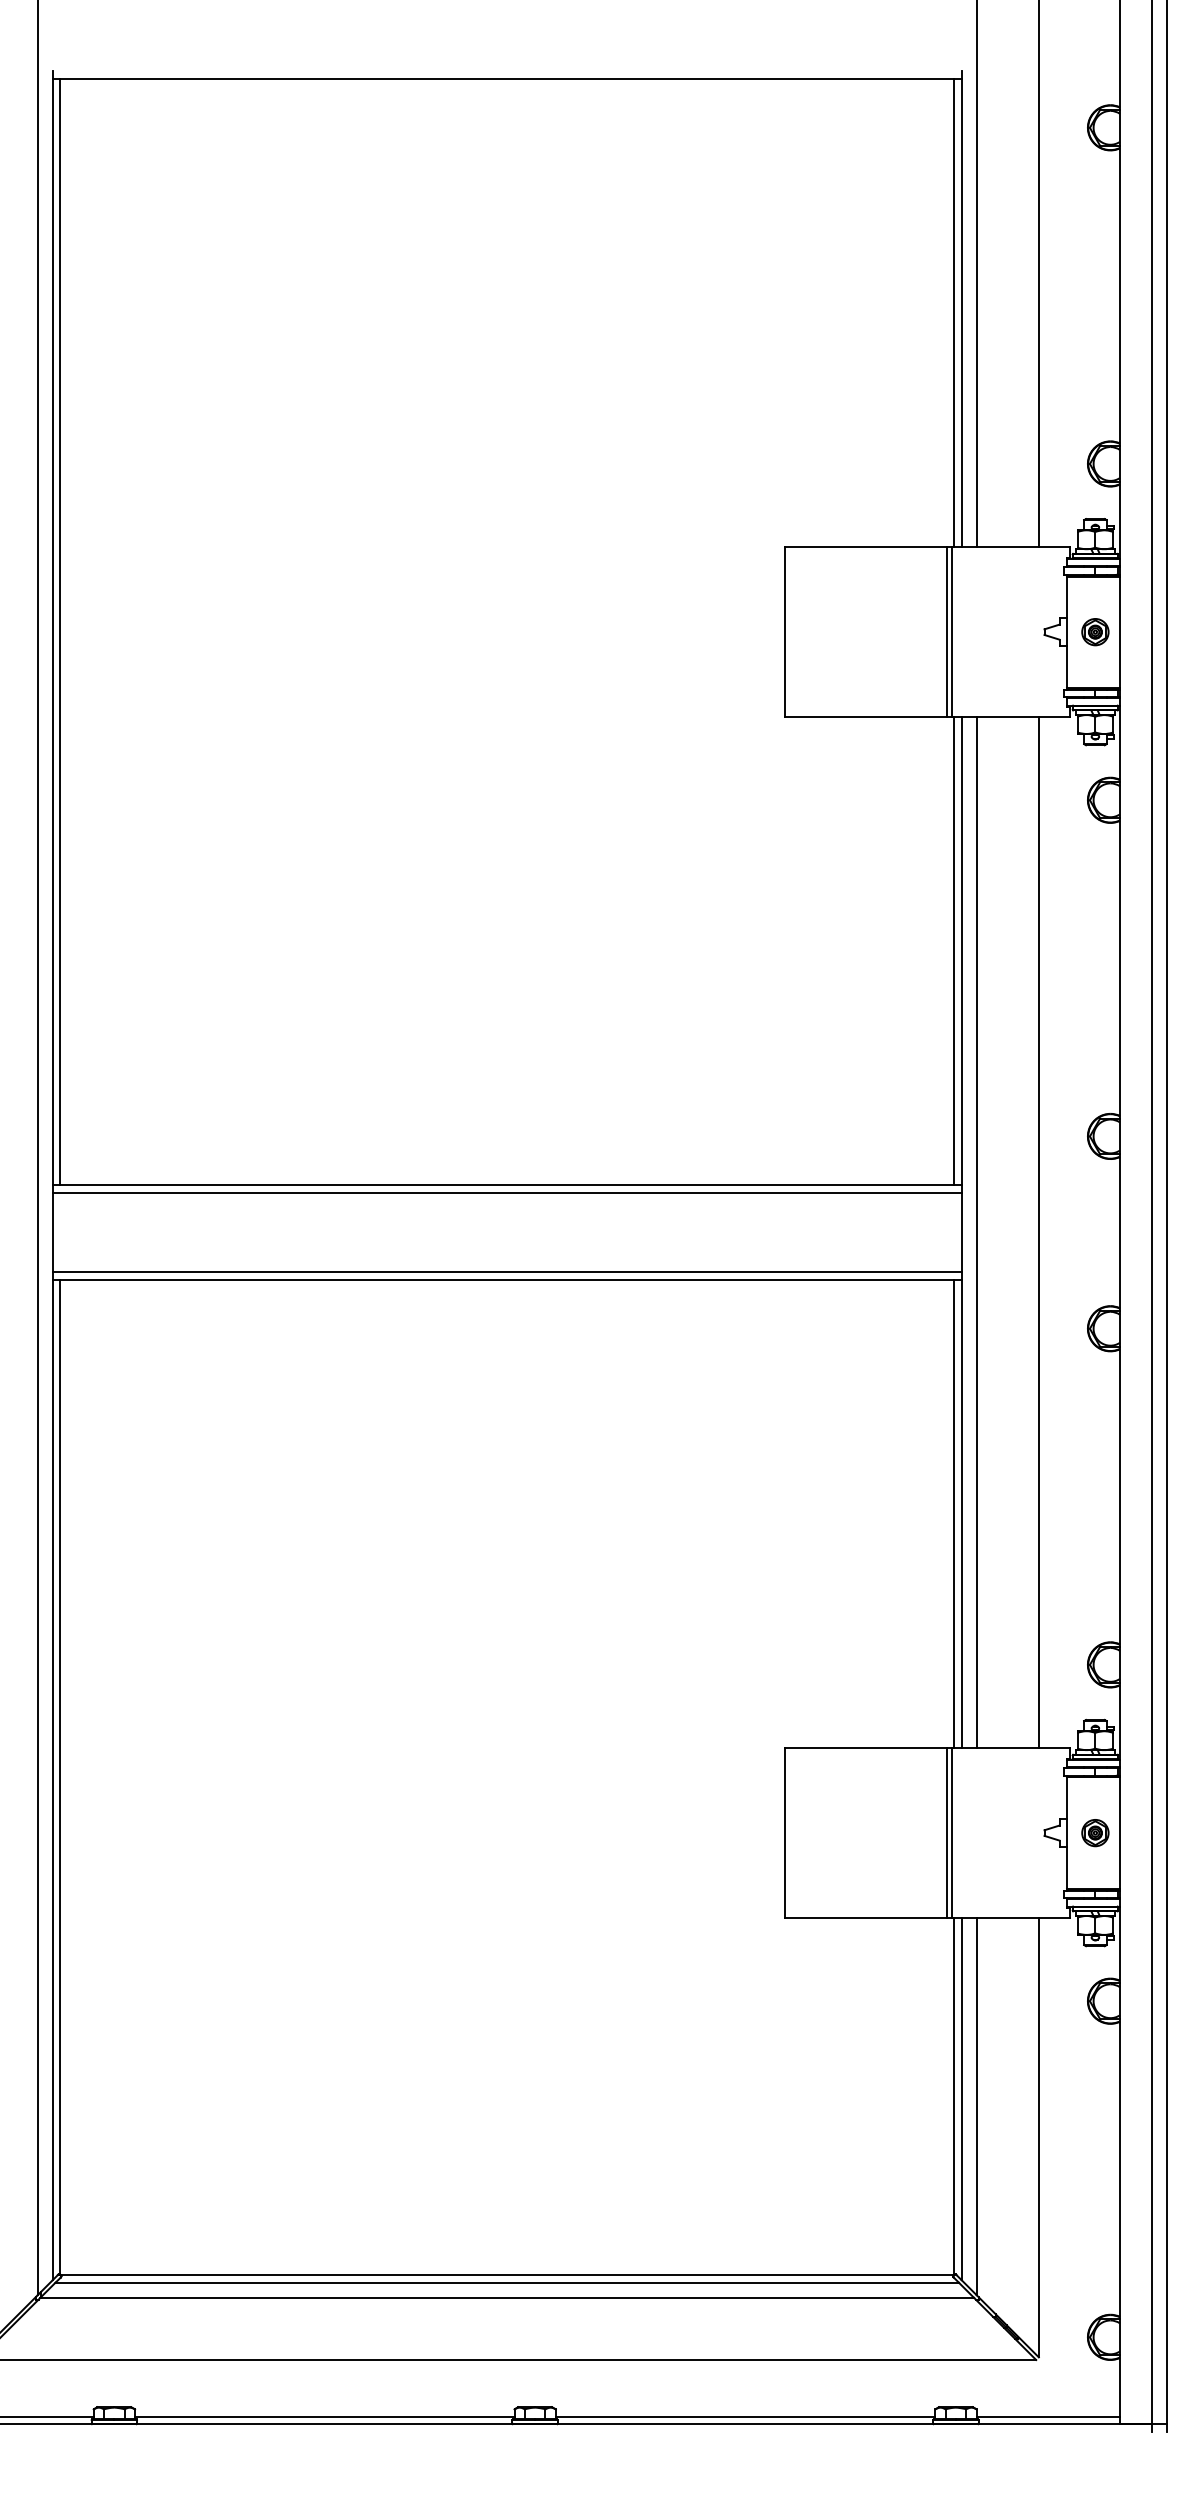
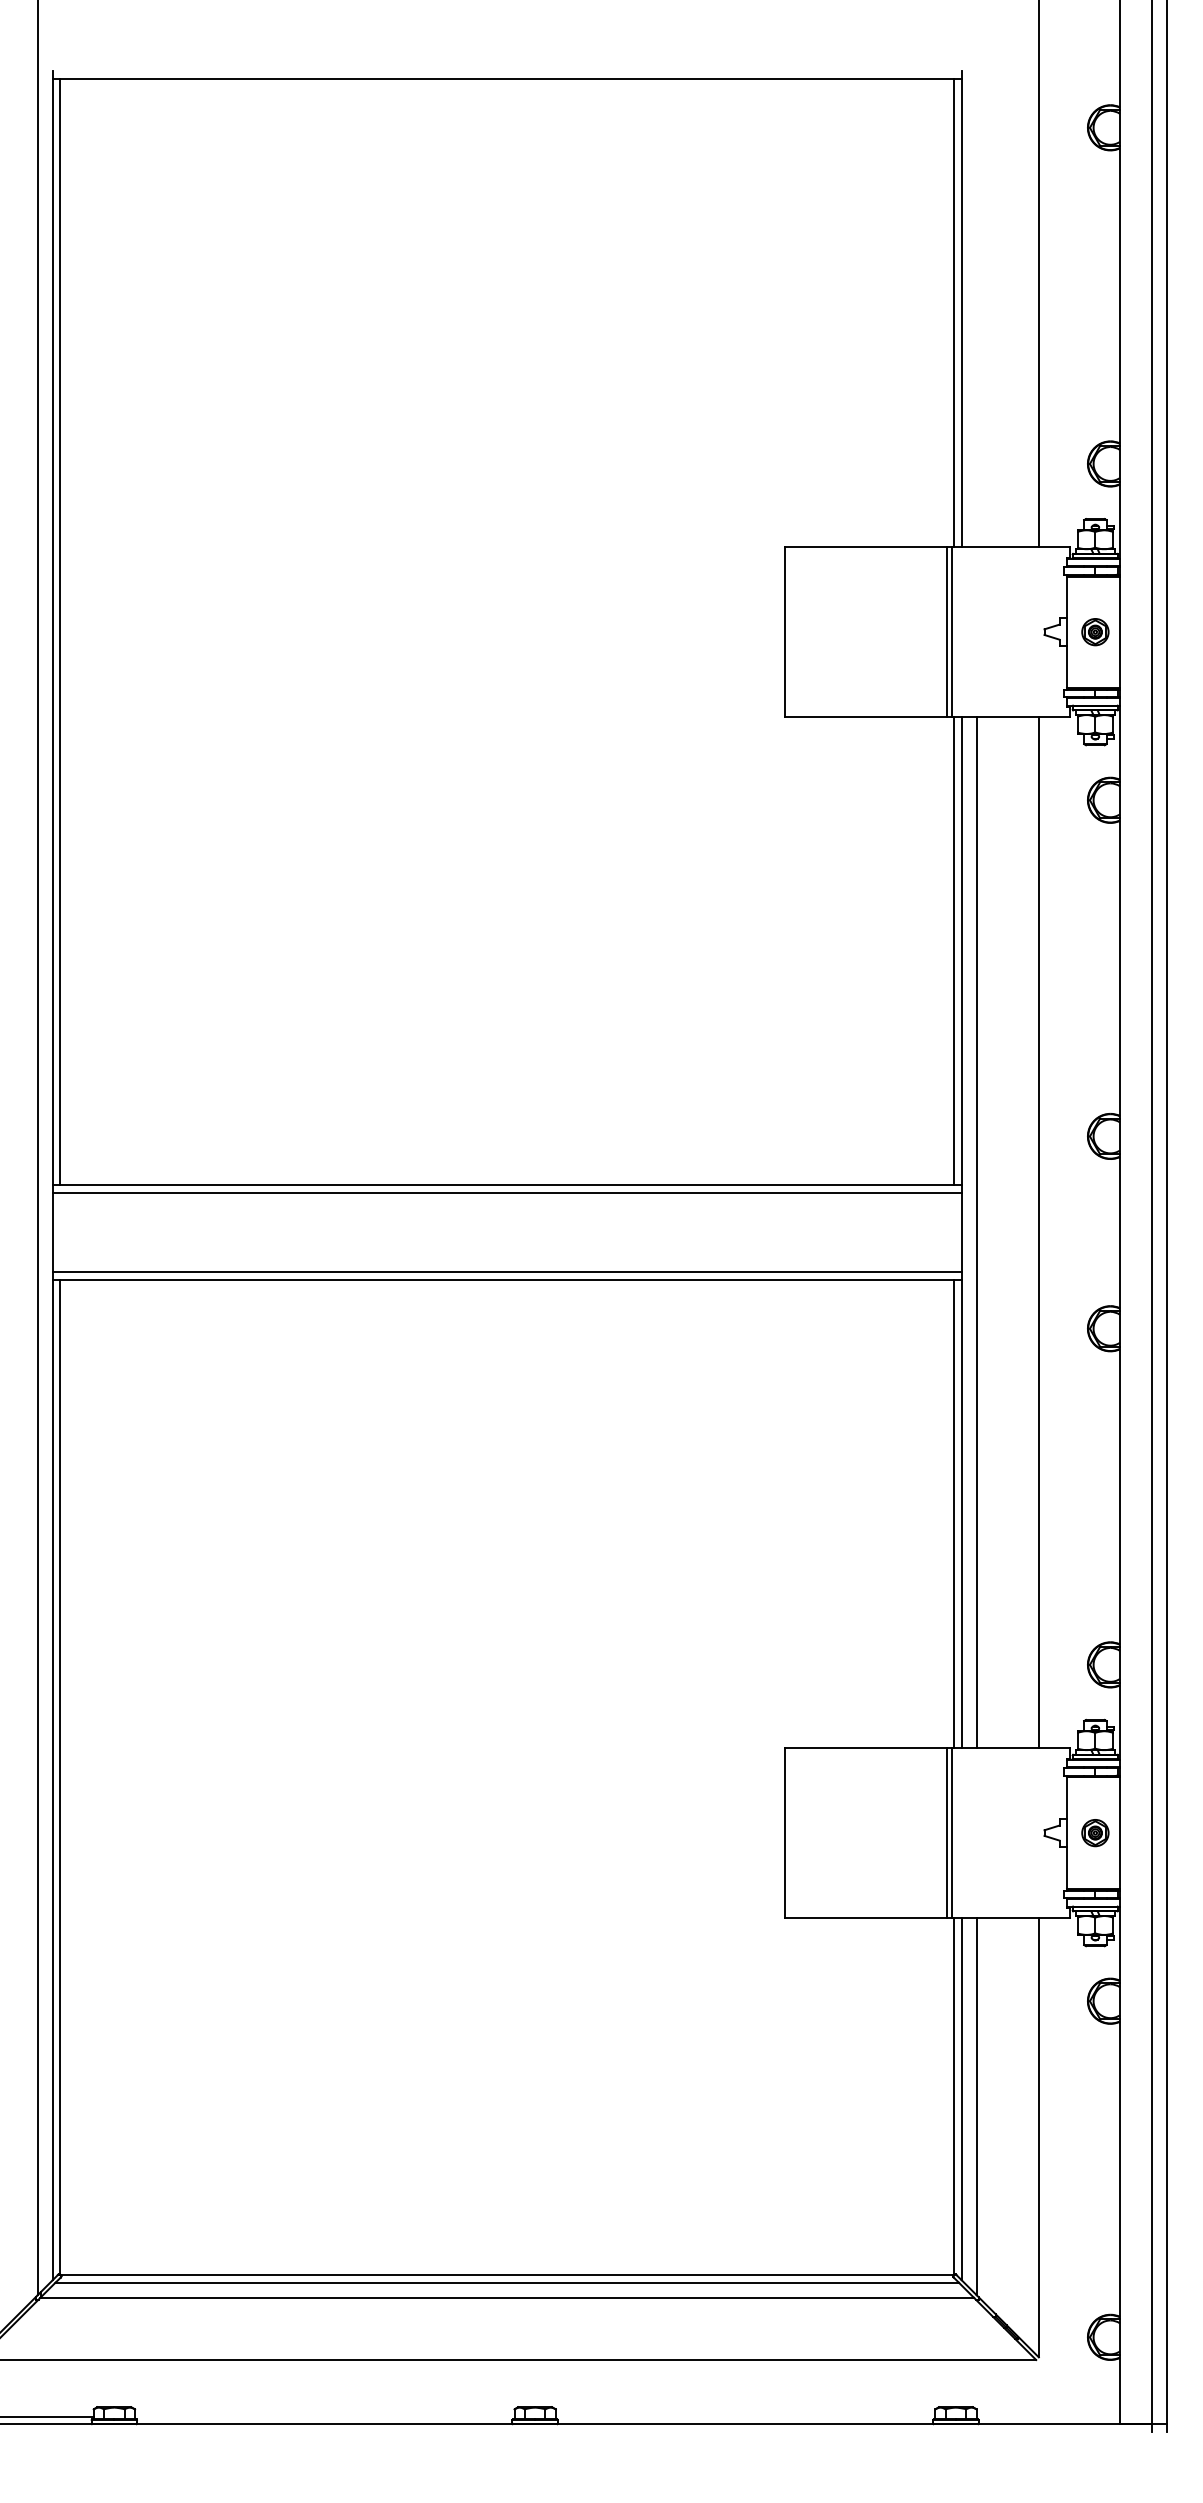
line at (976, 274): present -> none
line at (324, 2416): present -> none
line at (745, 2416): present -> none
line at (1047, 2416): present -> none
